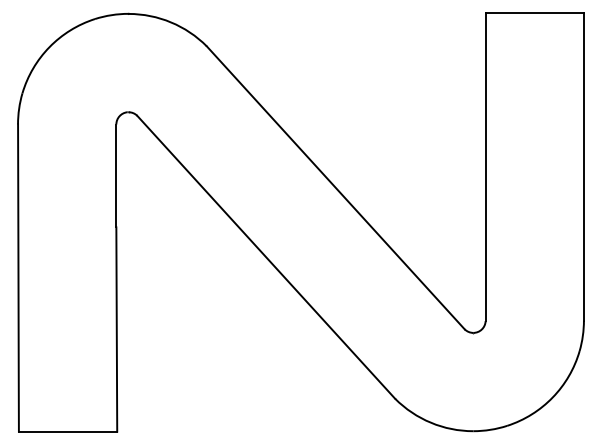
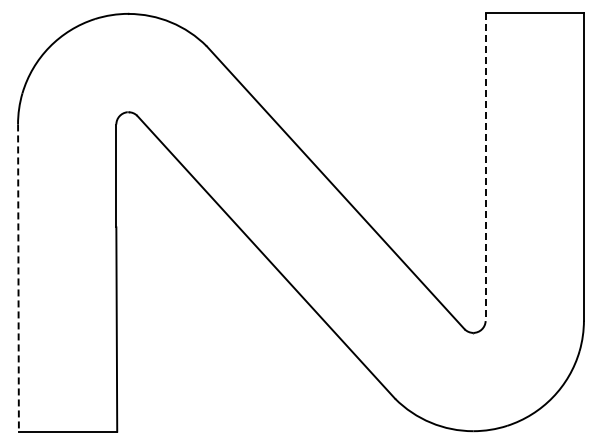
line at (485, 167): solid -> dashed
line at (18, 278): solid -> dashed
